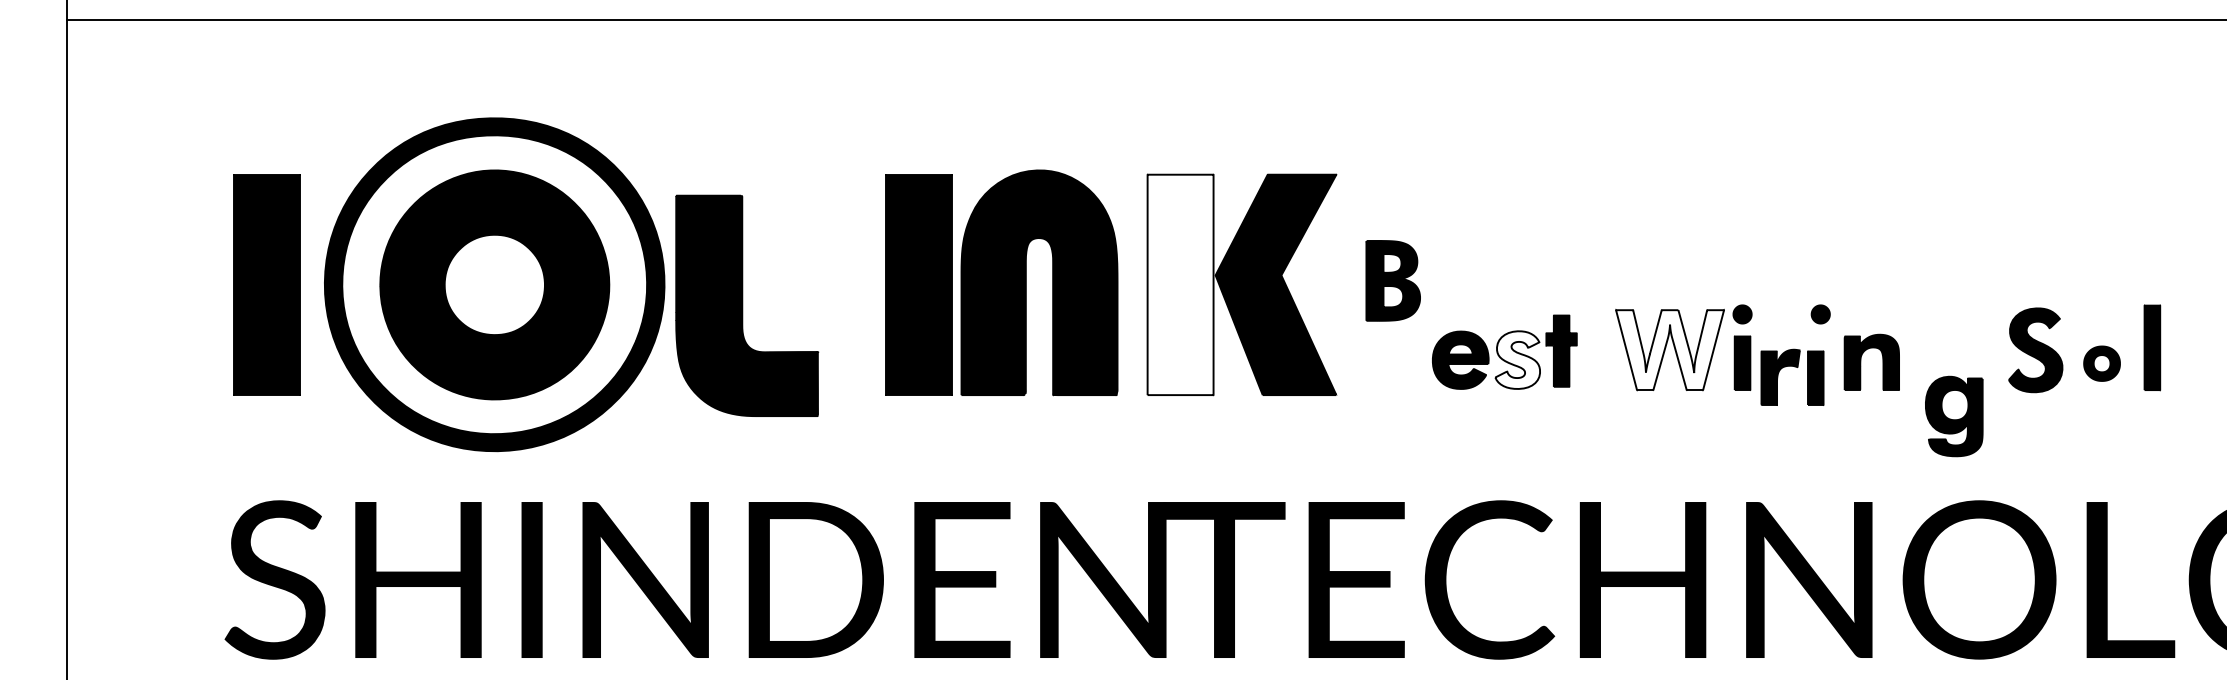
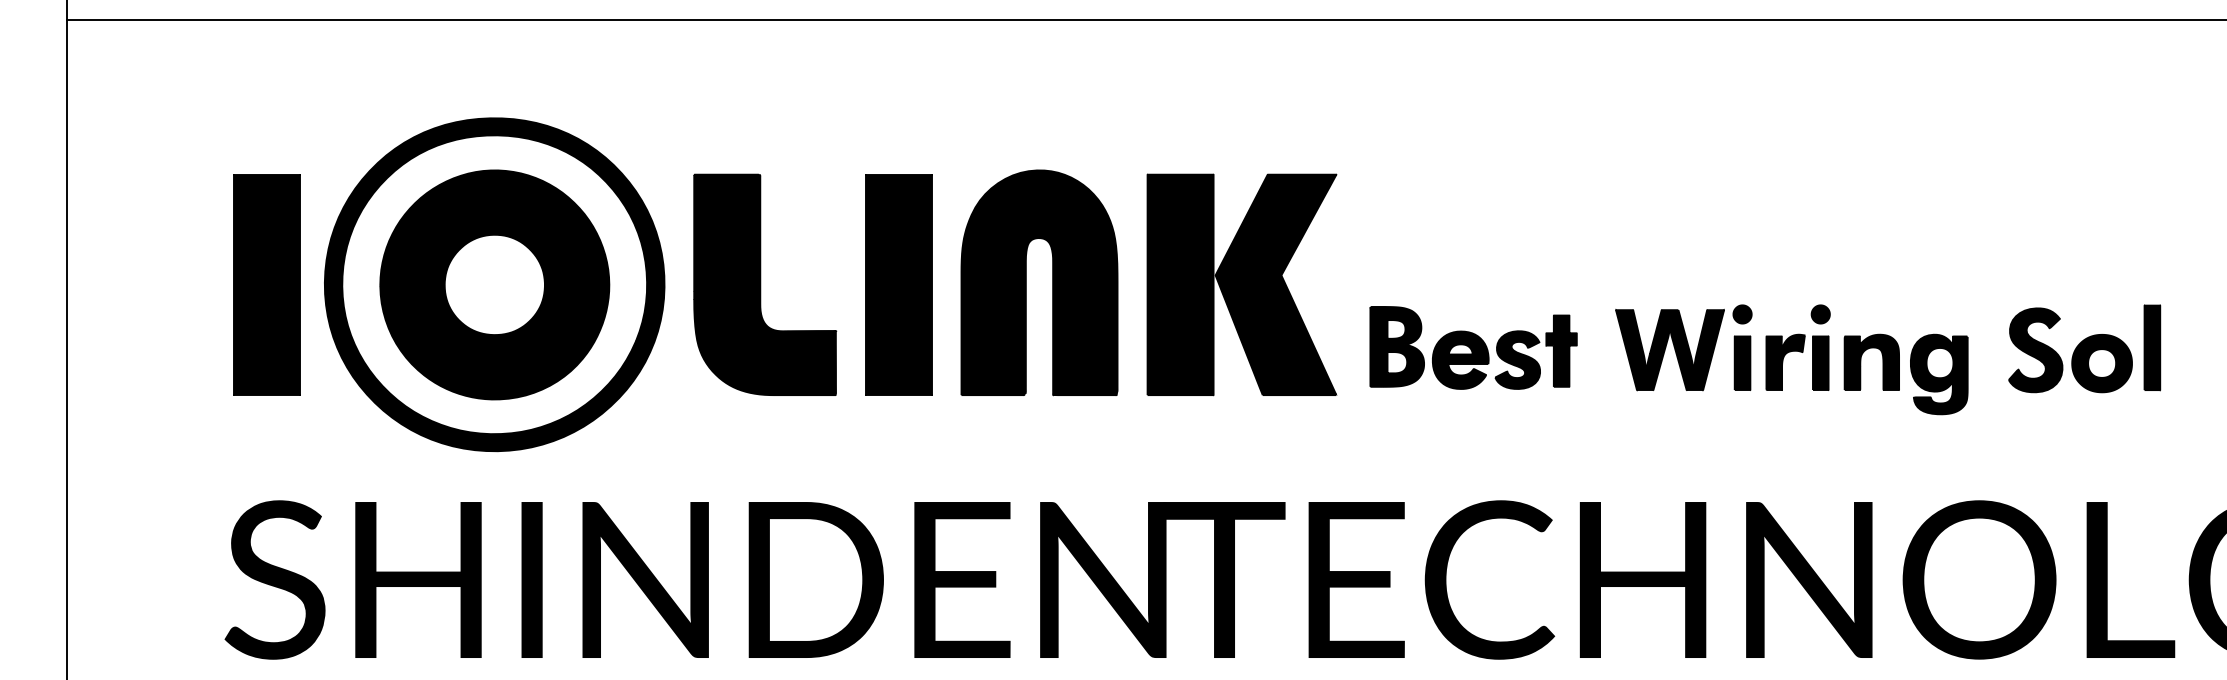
part at (1392, 280) position: (1392, 280) -> (1396, 346)
part at (918, 284) position: (918, 284) -> (898, 284)
fill at (1180, 284): none -> present
part at (747, 305) position: (747, 305) -> (765, 284)
fill at (1670, 350): none -> present
fill at (1517, 359): none -> present
part at (2101, 363) size: 38x37 px -> 62x60 px
part at (1794, 367) position: (1794, 367) -> (1799, 352)
part at (1954, 416) position: (1954, 416) -> (1939, 374)
